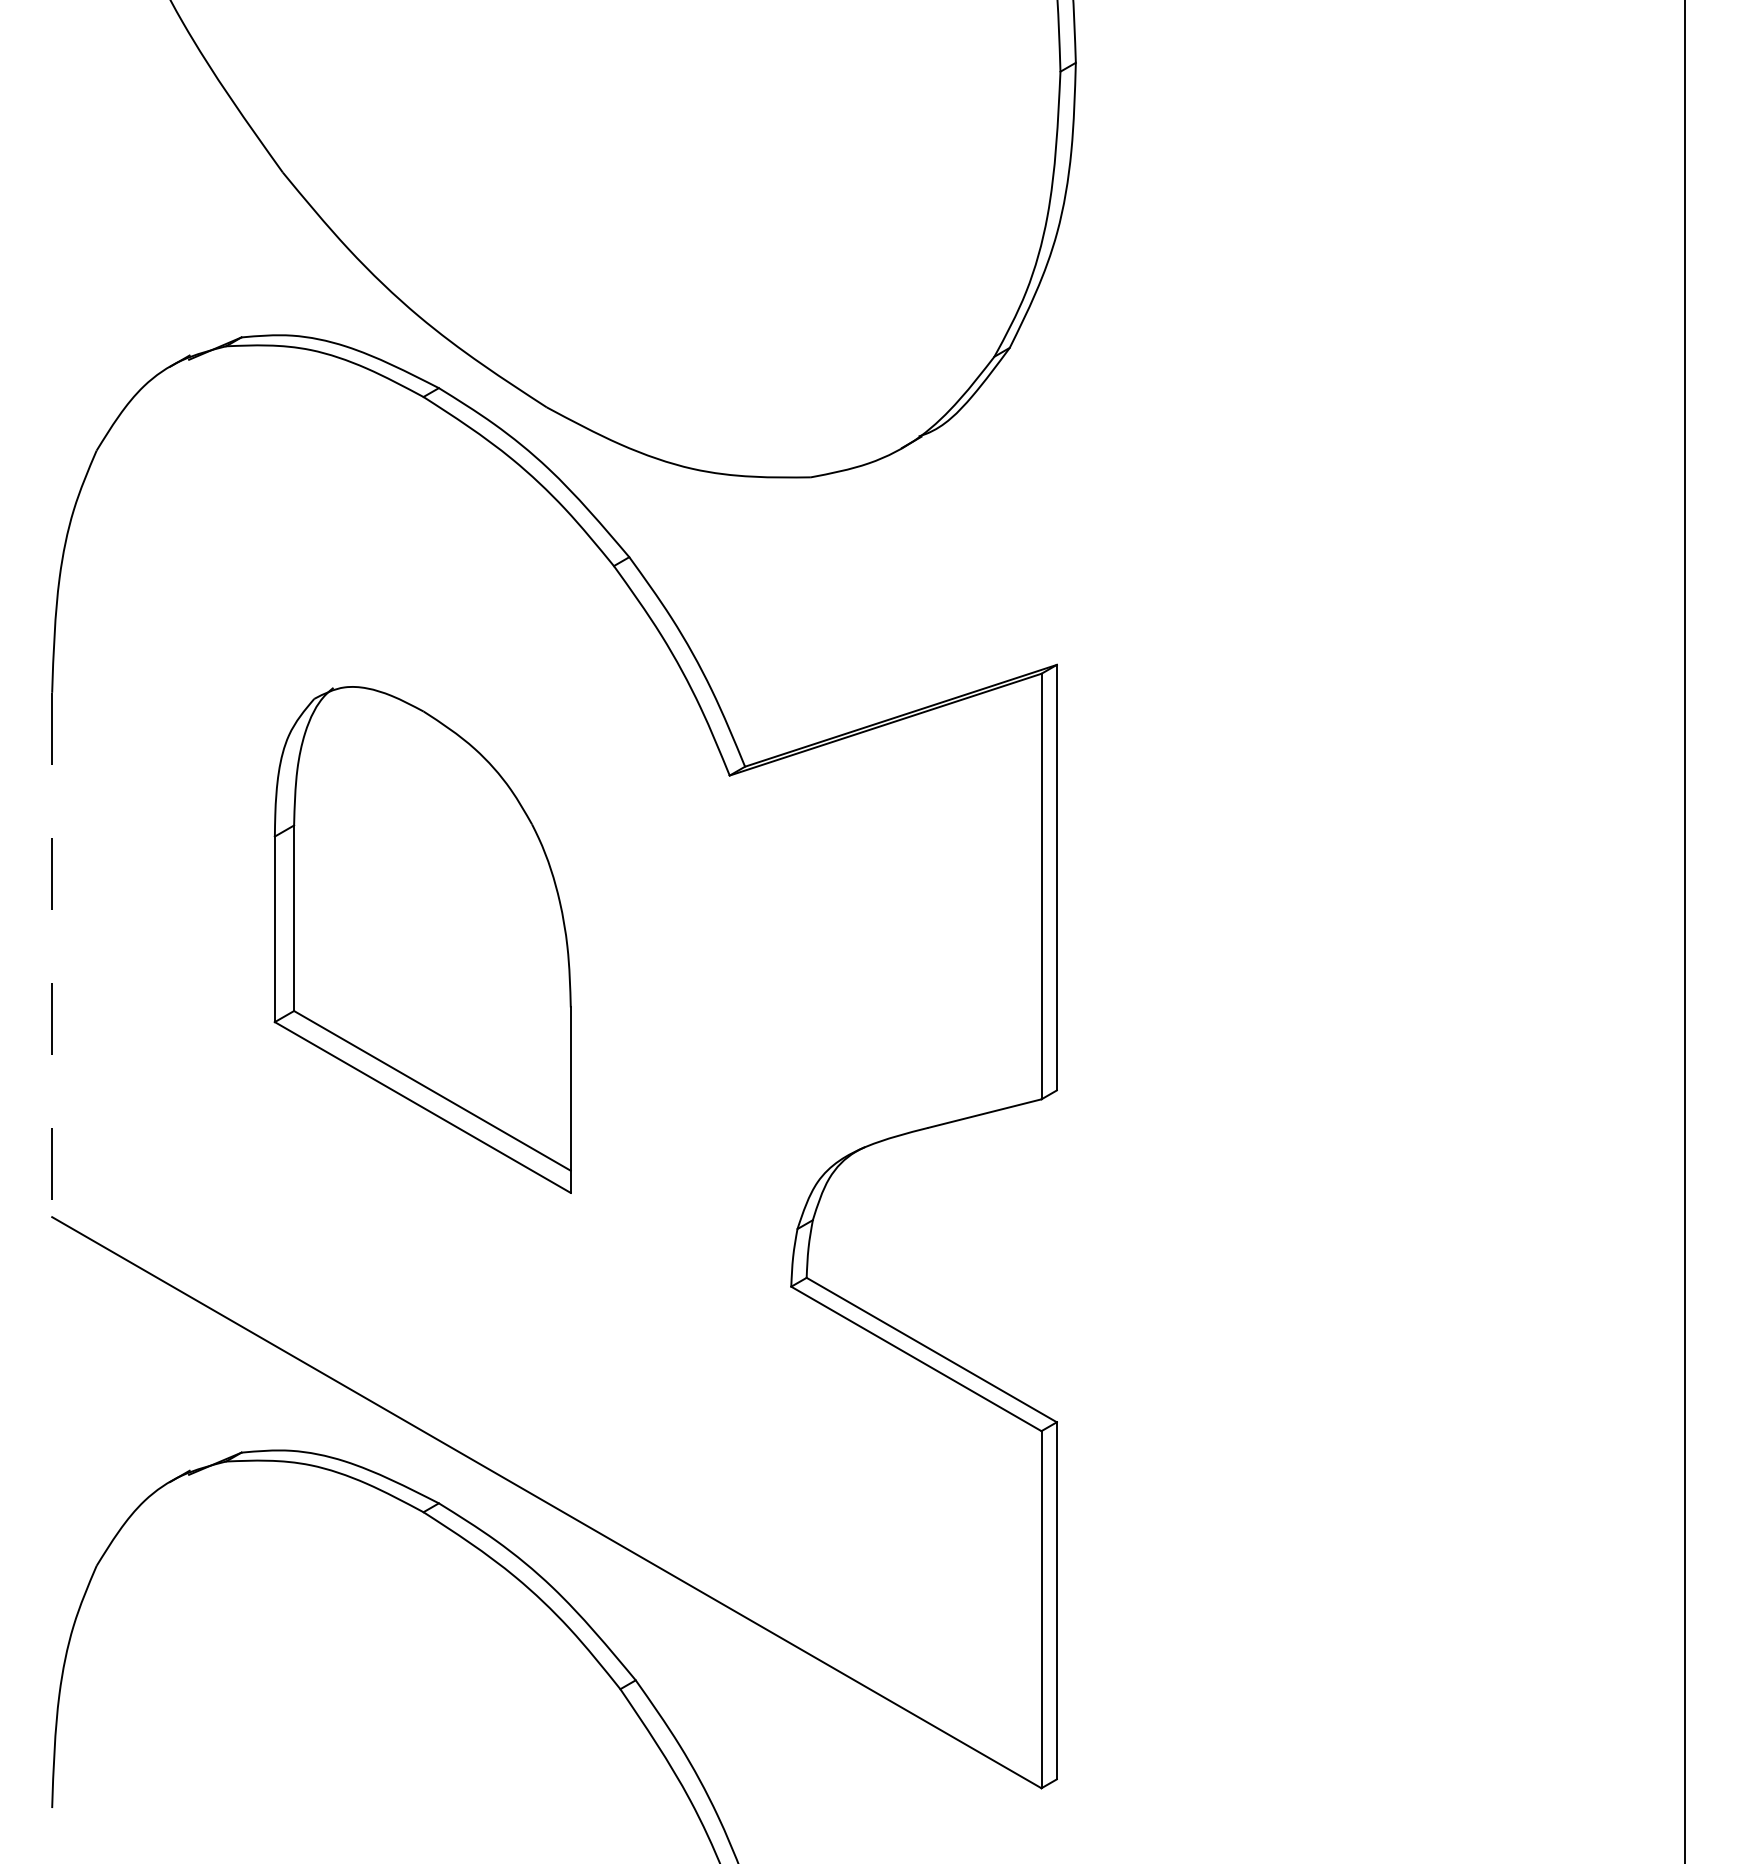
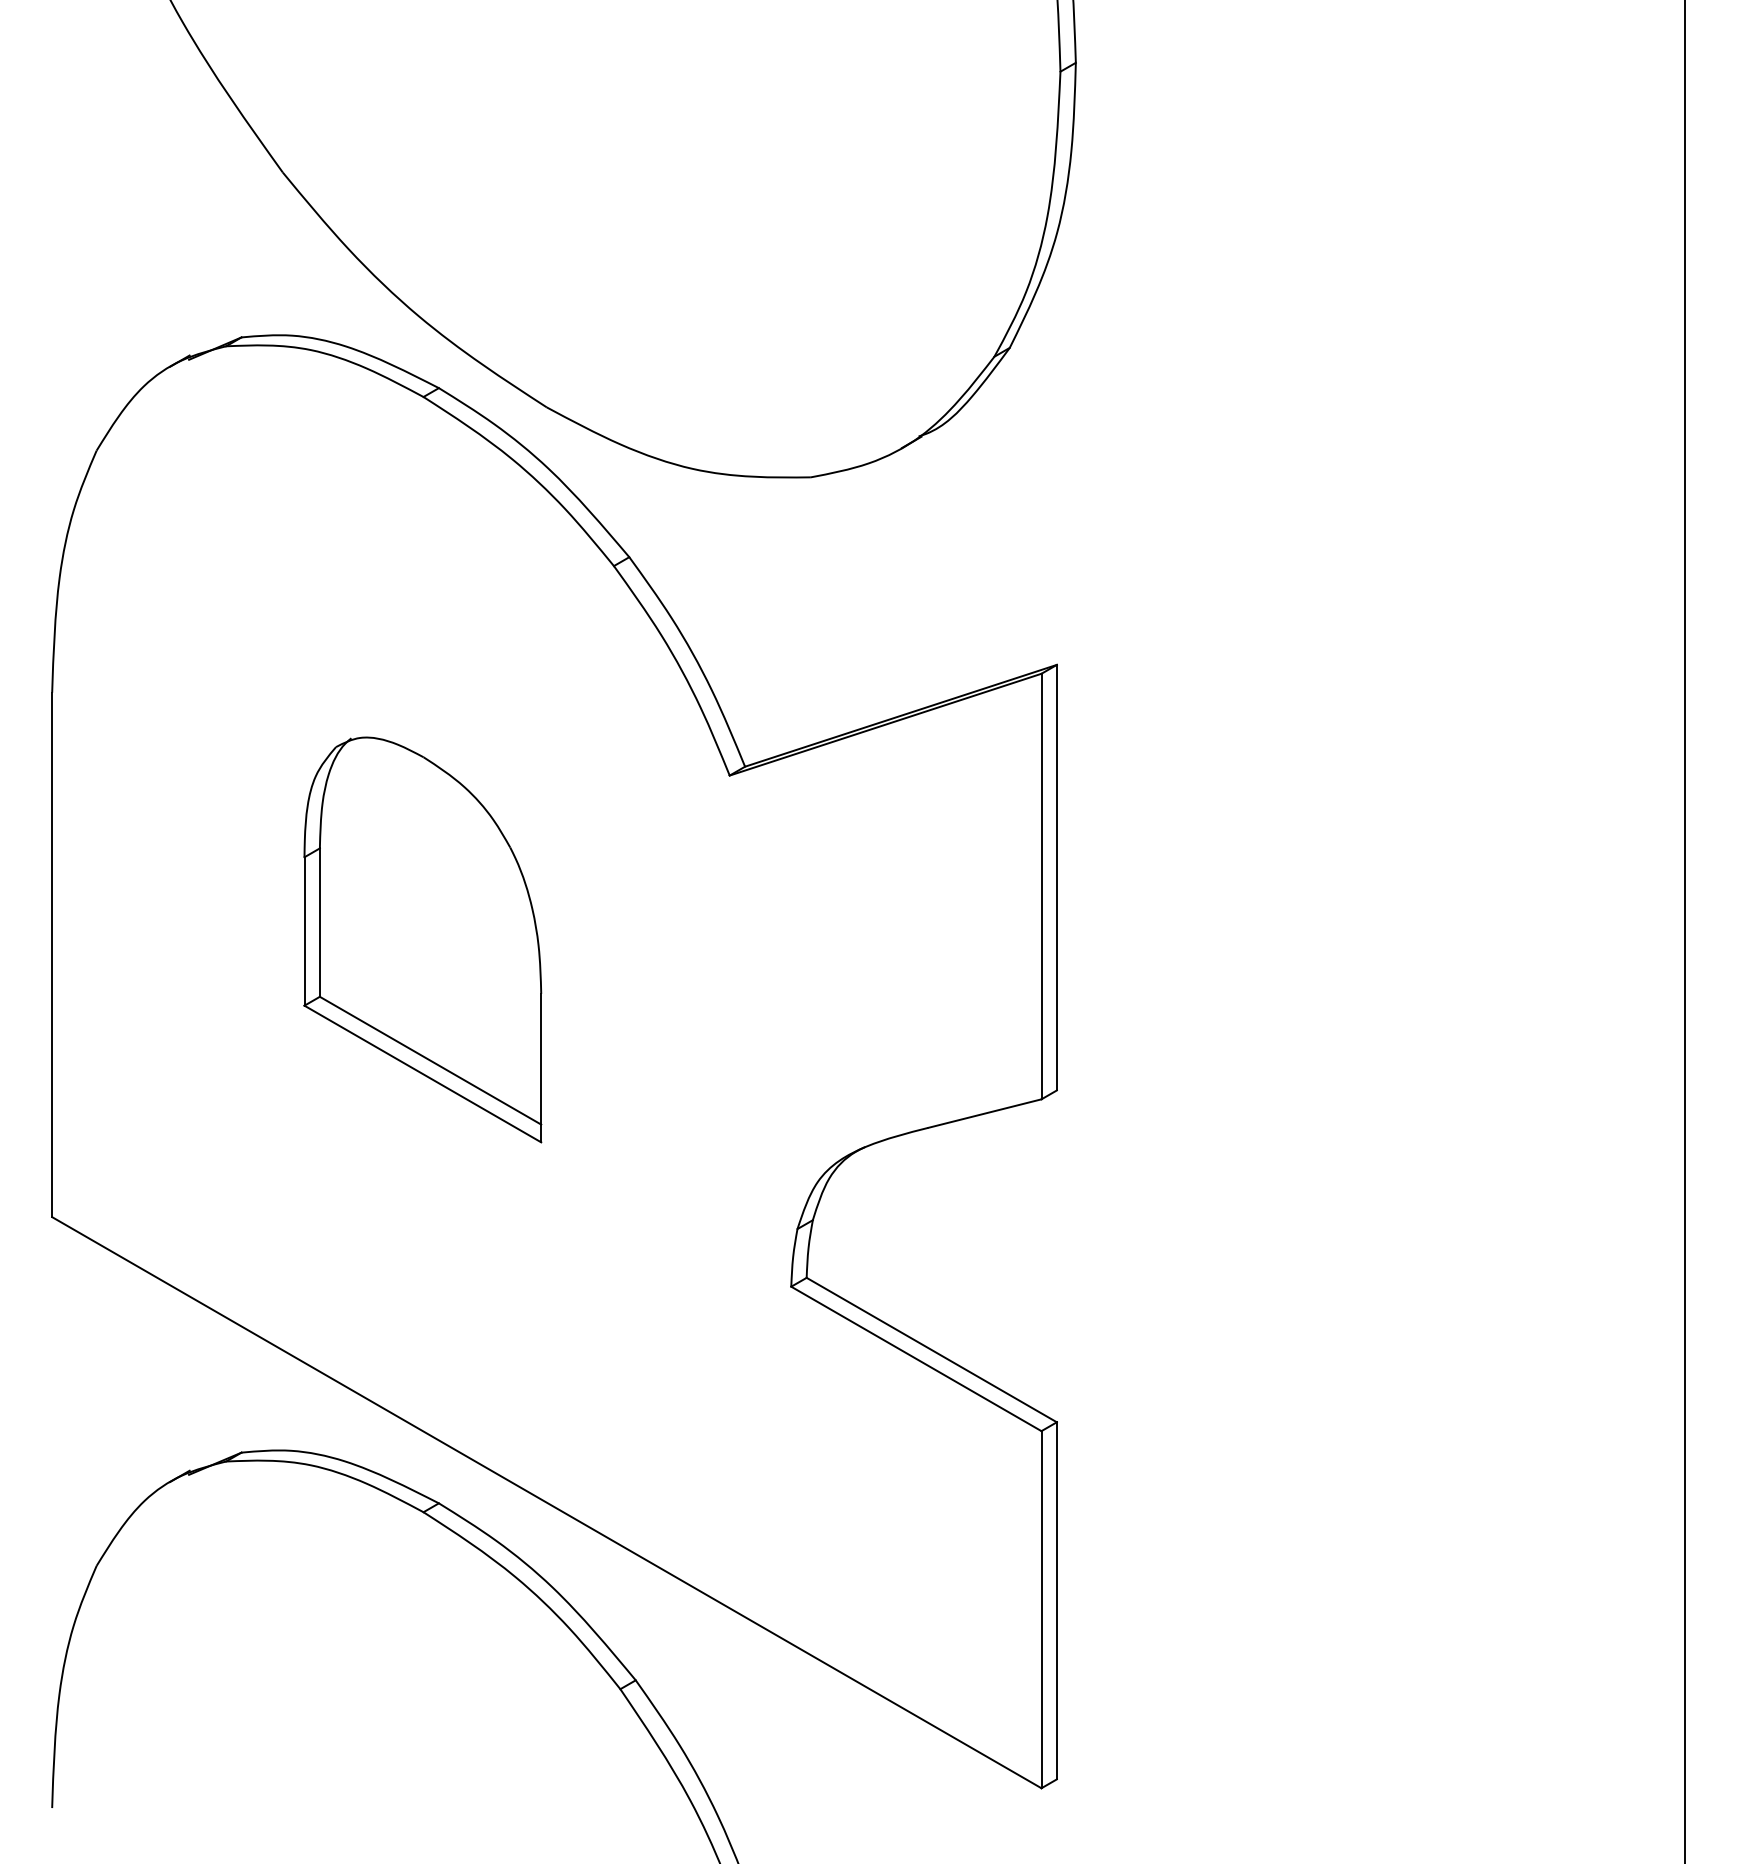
part at (422, 939) size: 299x508 px -> 240x408 px
line at (52, 955): dashed -> solid
